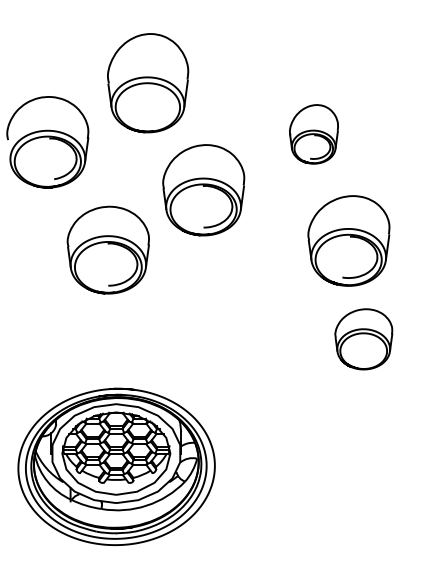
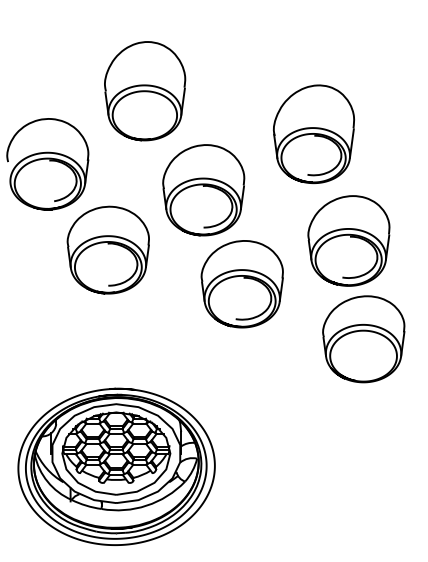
part at (148, 83) position: (148, 83) -> (145, 91)
part at (313, 134) size: 50x61 px -> 82x101 px
part at (47, 142) position: (47, 142) -> (47, 164)
part at (241, 284): none -> present
part at (363, 339) size: 60x63 px -> 84x89 px
